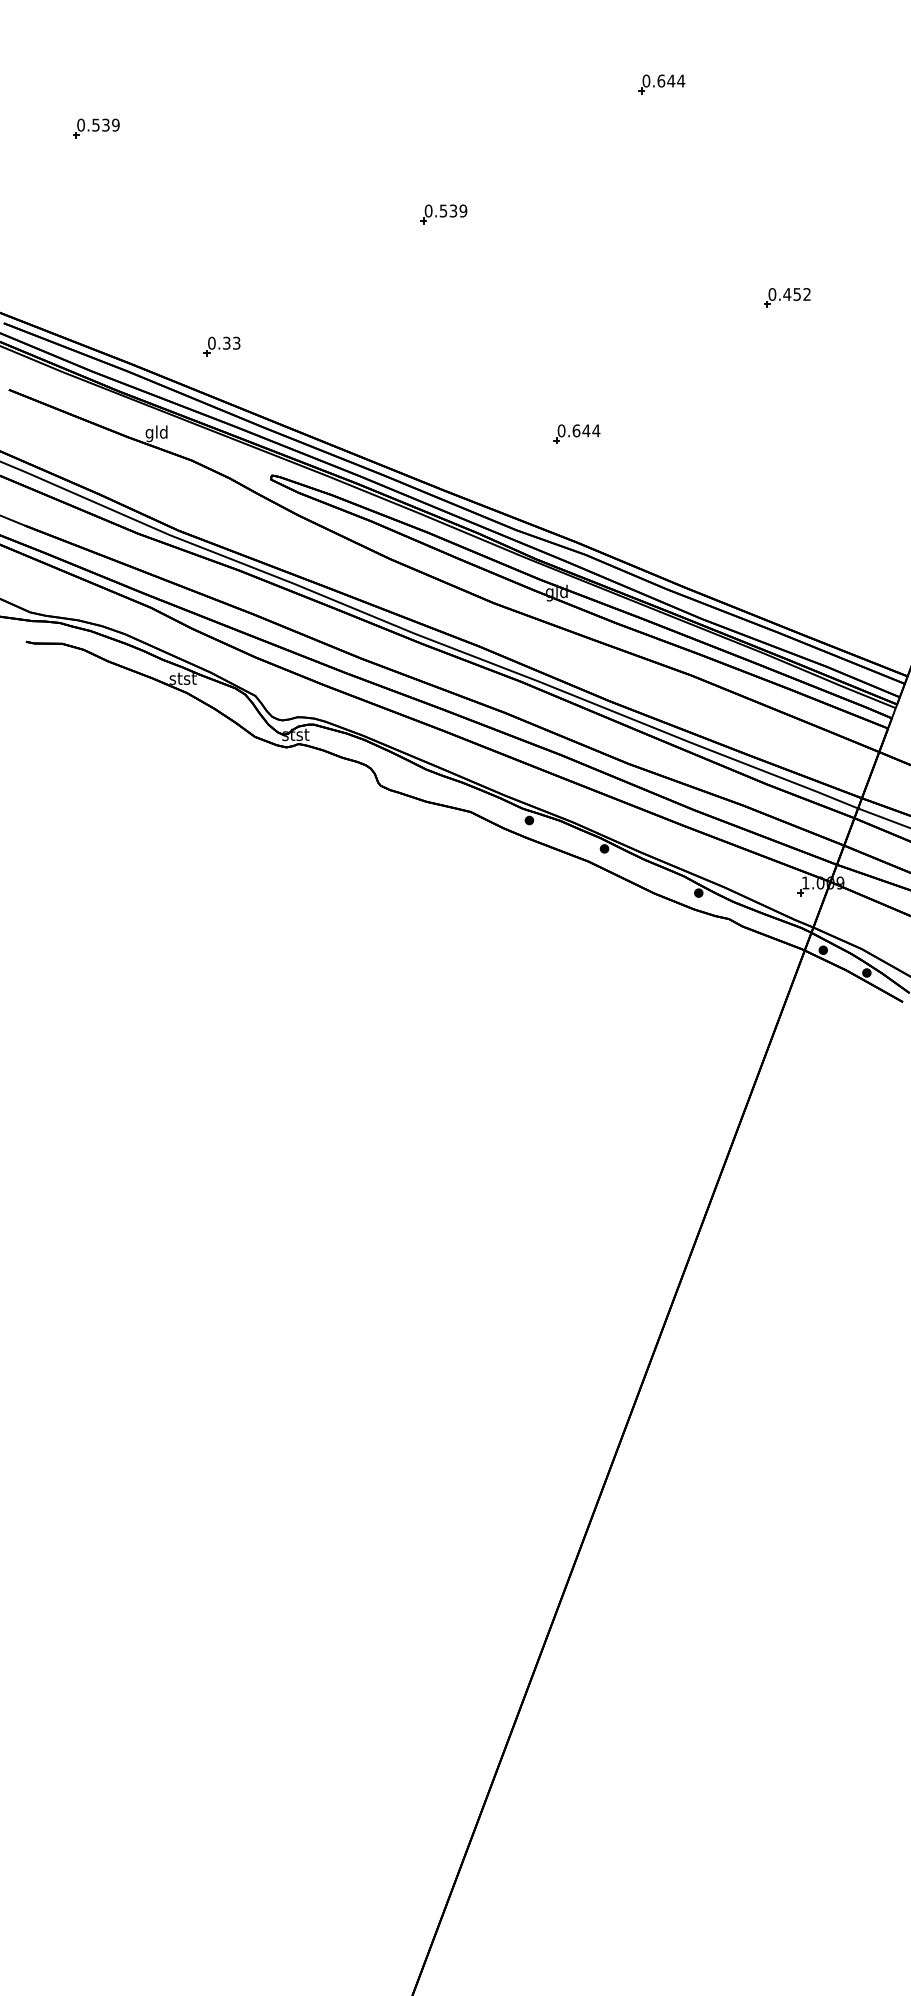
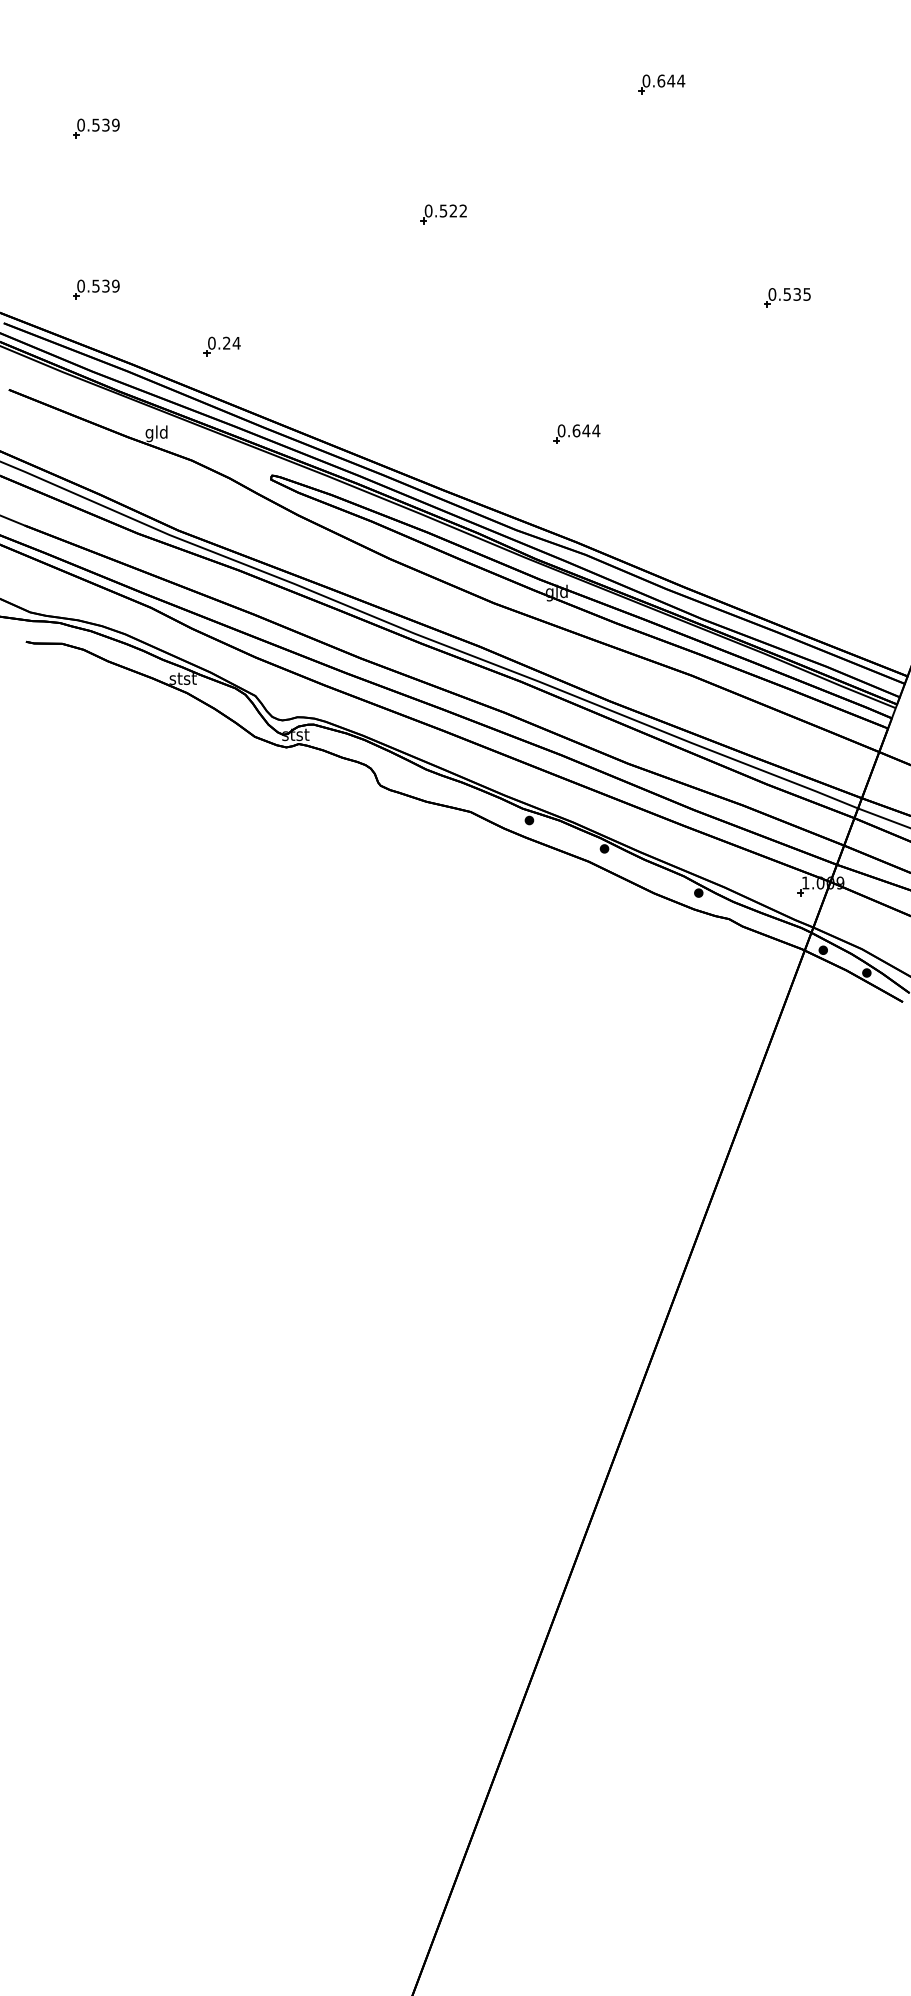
text at (458, 210): 0.539 -> 0.522
part at (96, 289): none -> present
text at (796, 294): 0.452 -> 0.535
text at (231, 342): 0.33 -> 0.24
